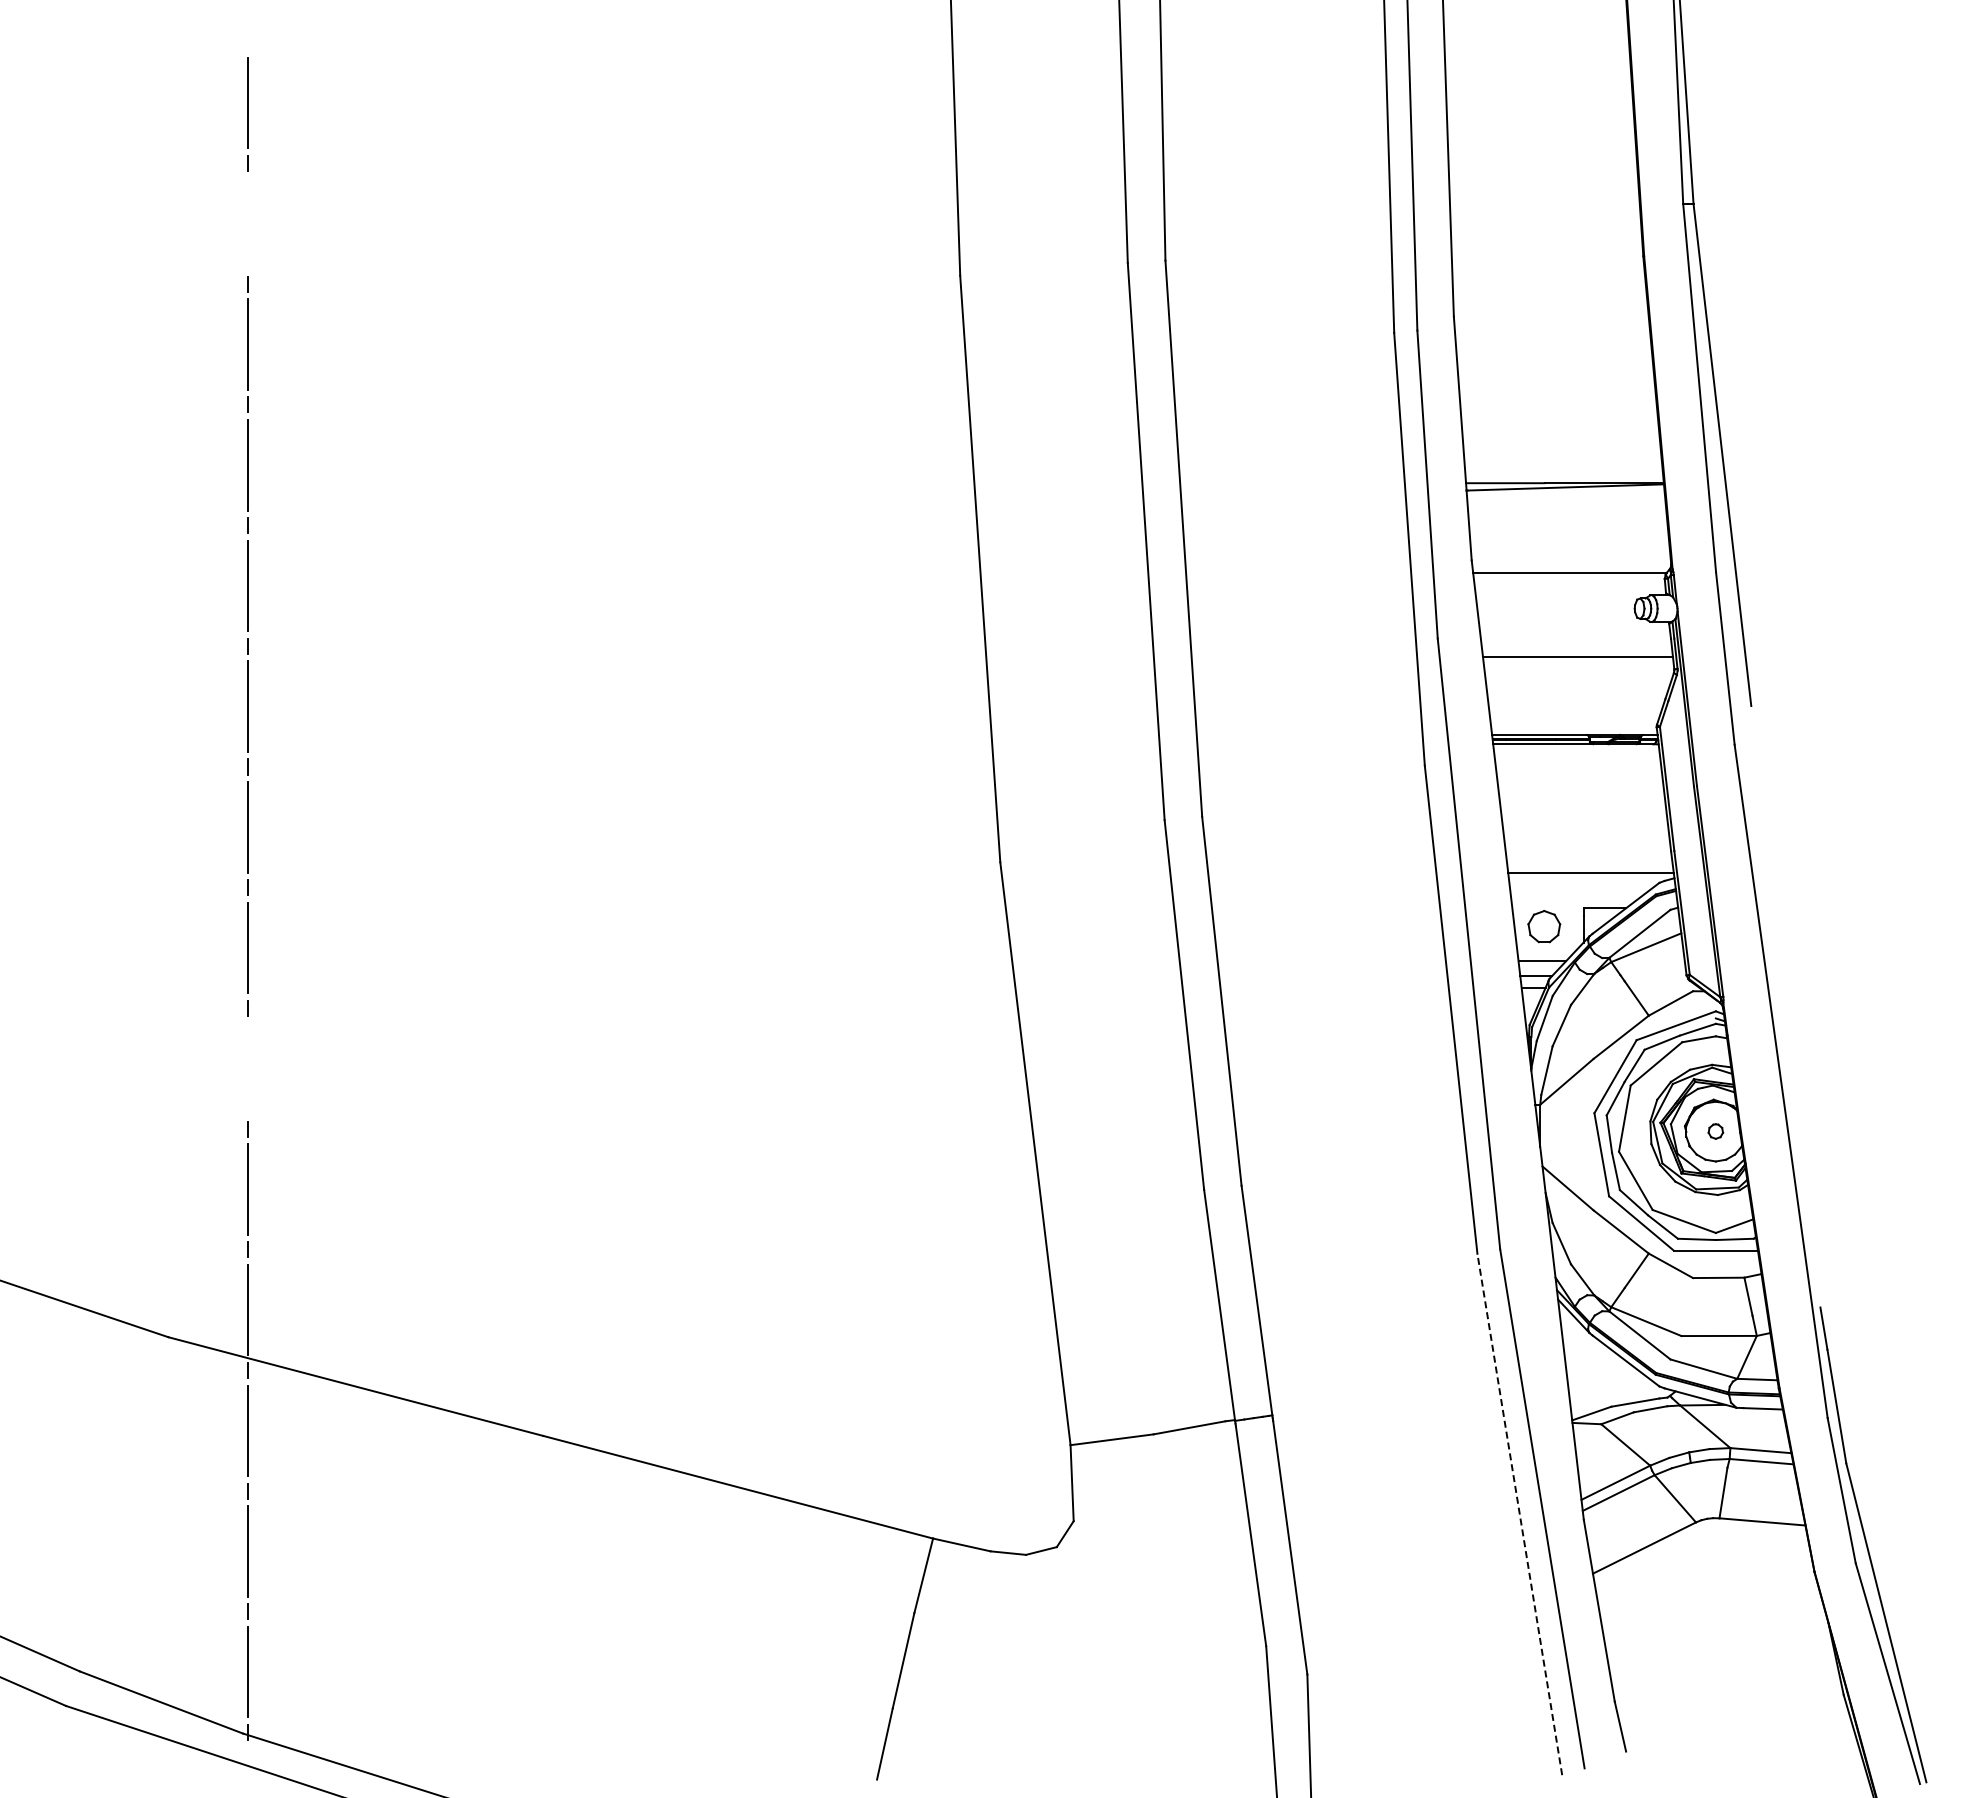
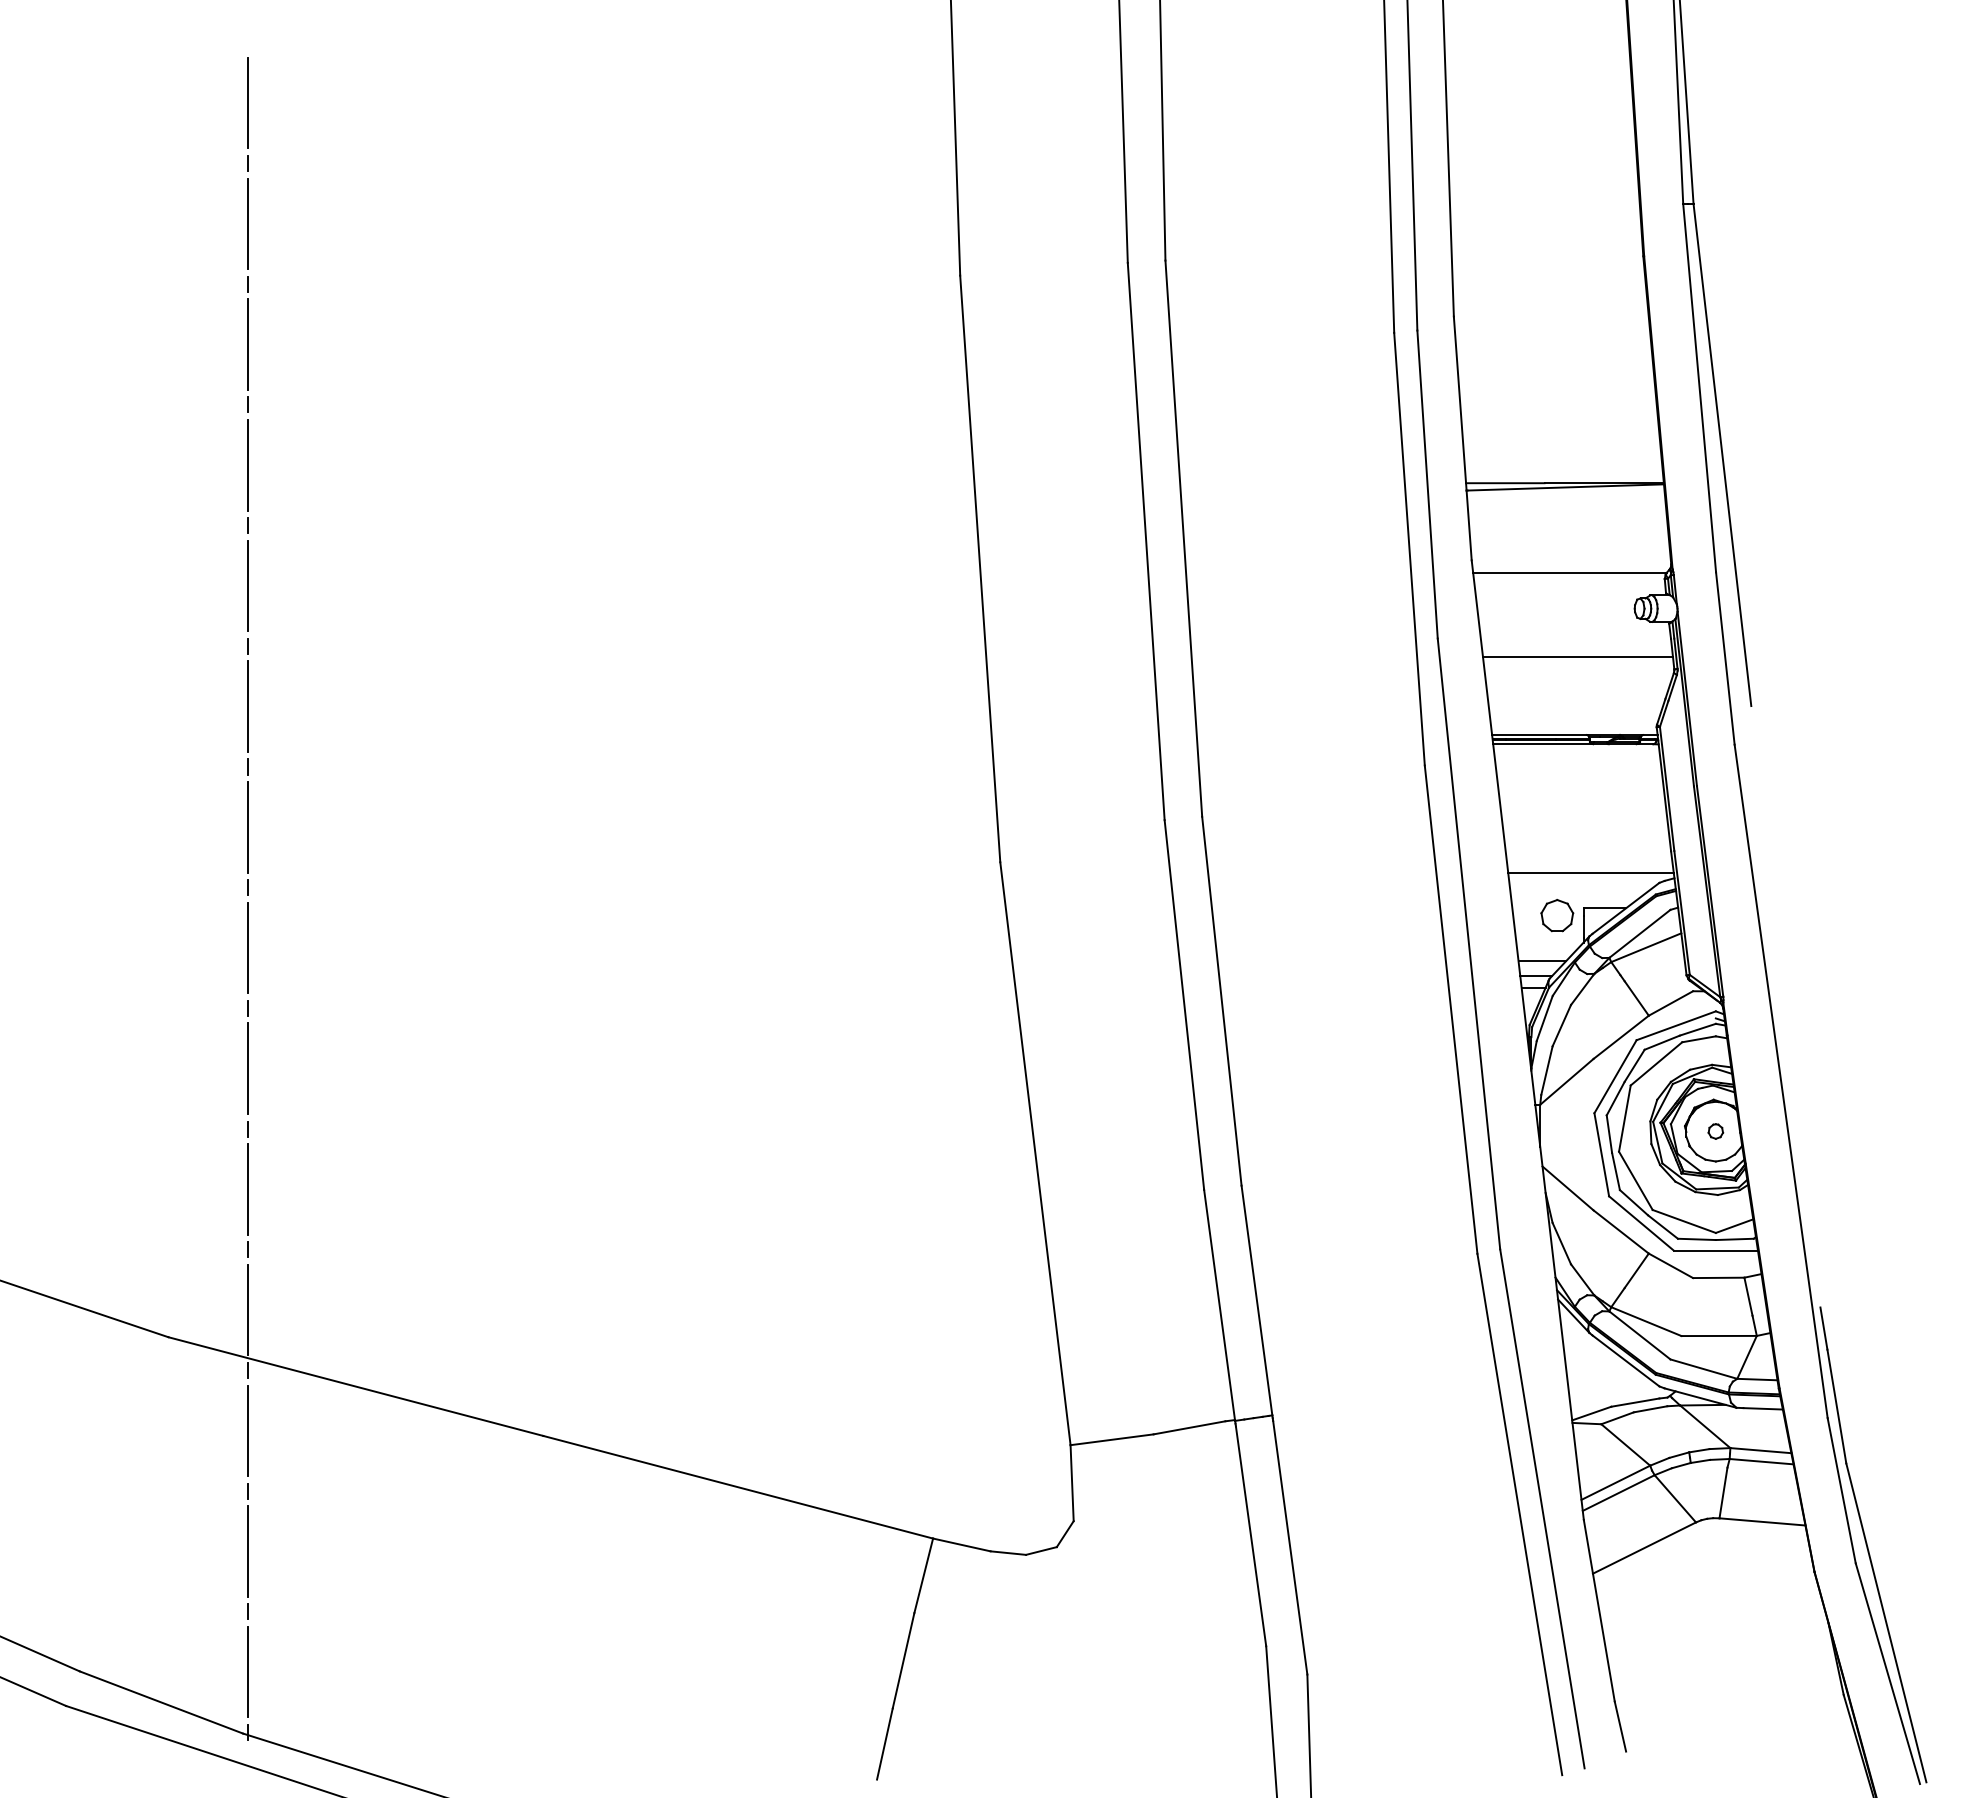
line at (247, 223): none -> present
part at (1544, 926) position: (1544, 926) -> (1557, 915)
line at (247, 1068): none -> present
line at (1519, 1514): dashed -> solid
